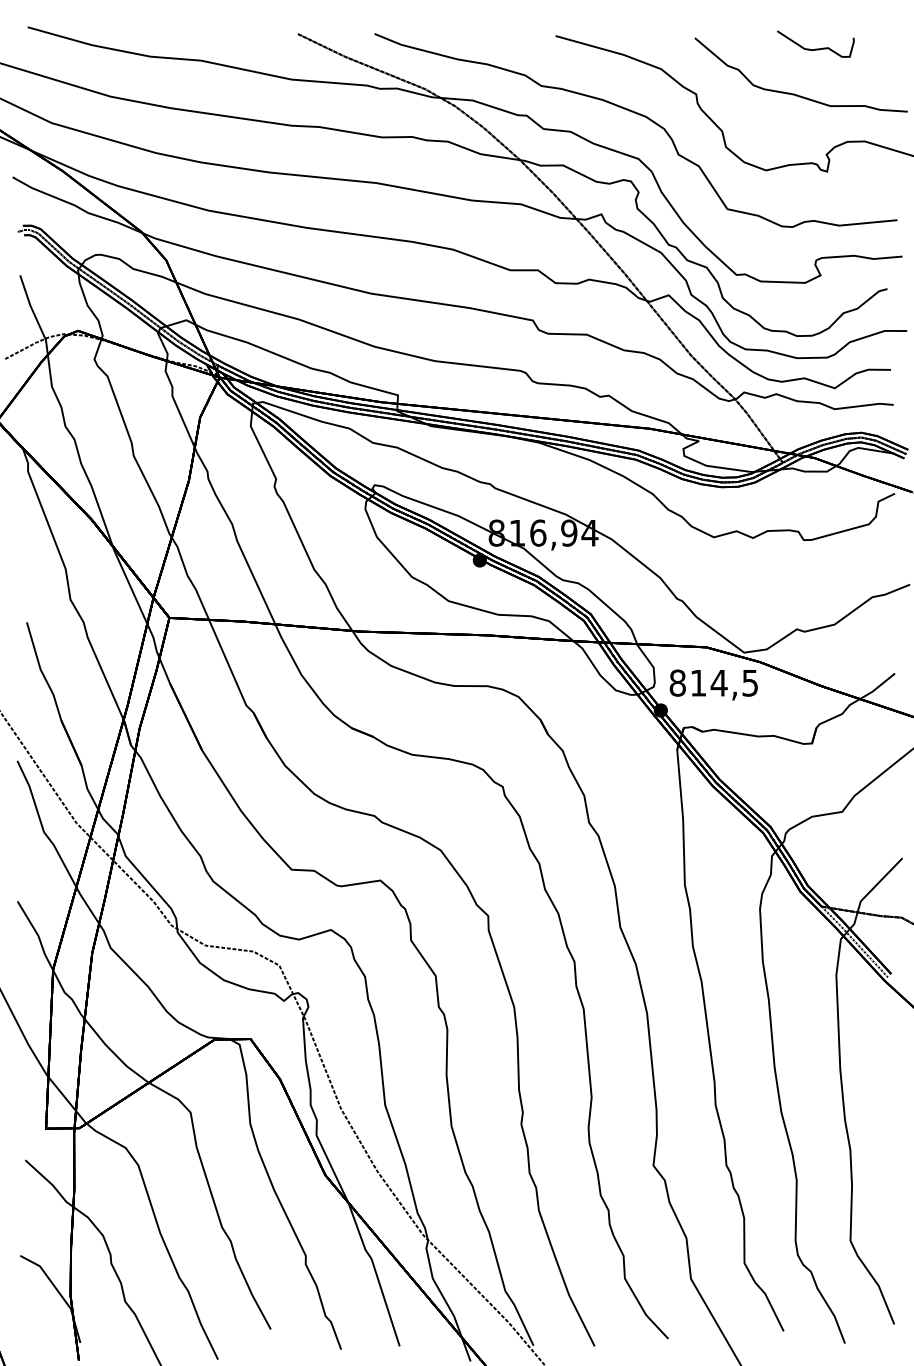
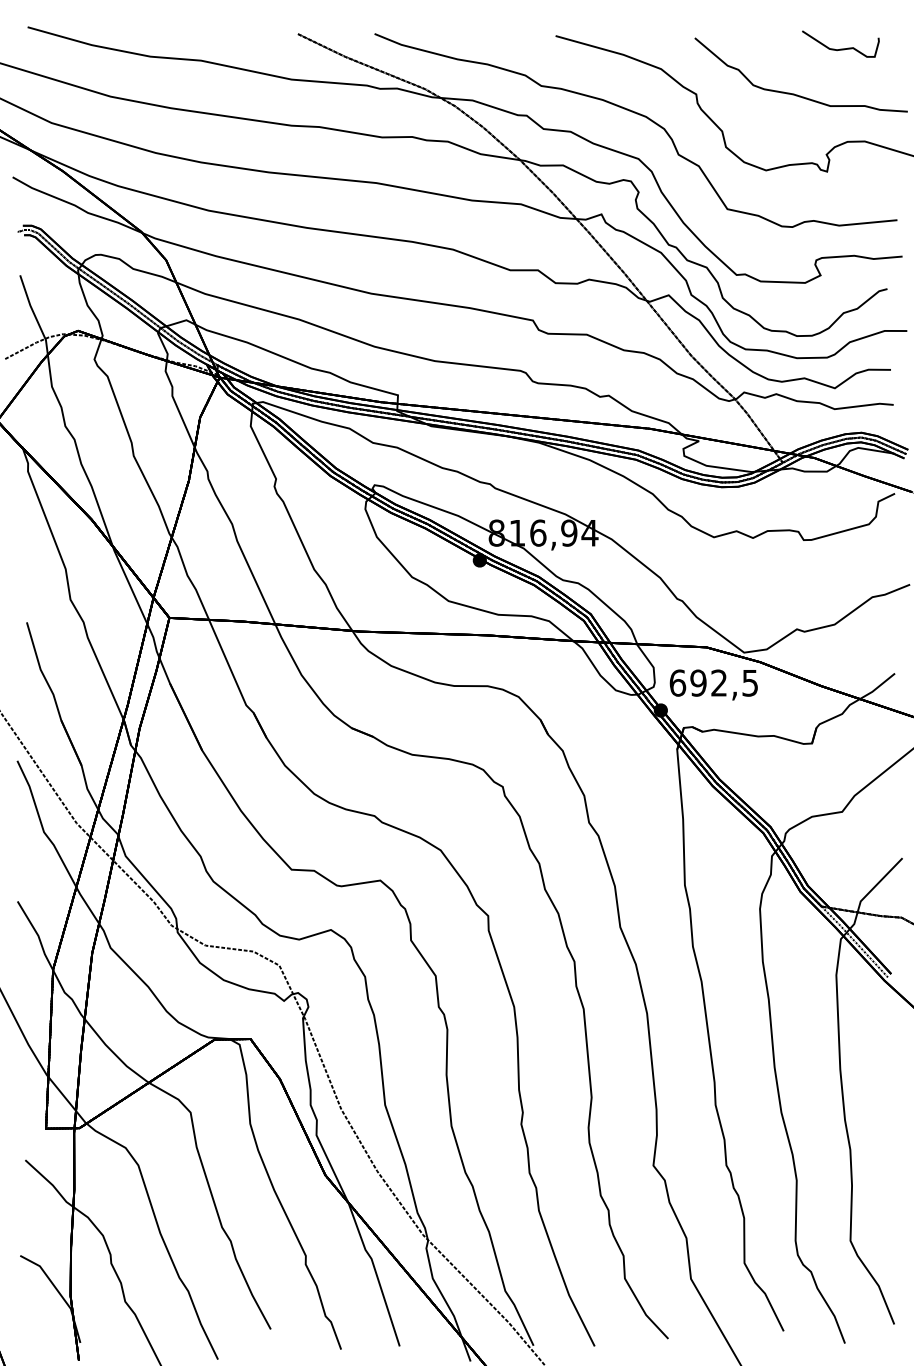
curve at (815, 48) position: (815, 48) -> (840, 48)
text at (698, 682): 814,5 -> 692,5
